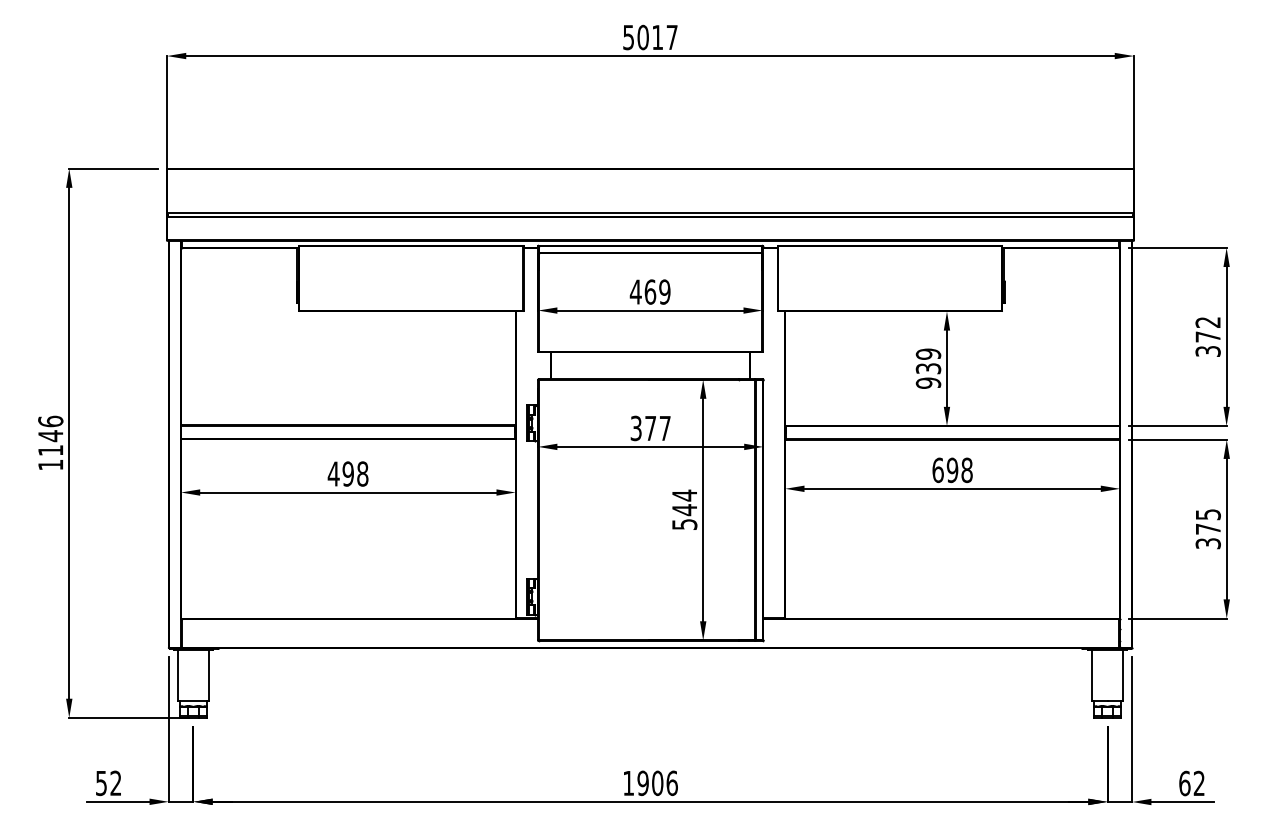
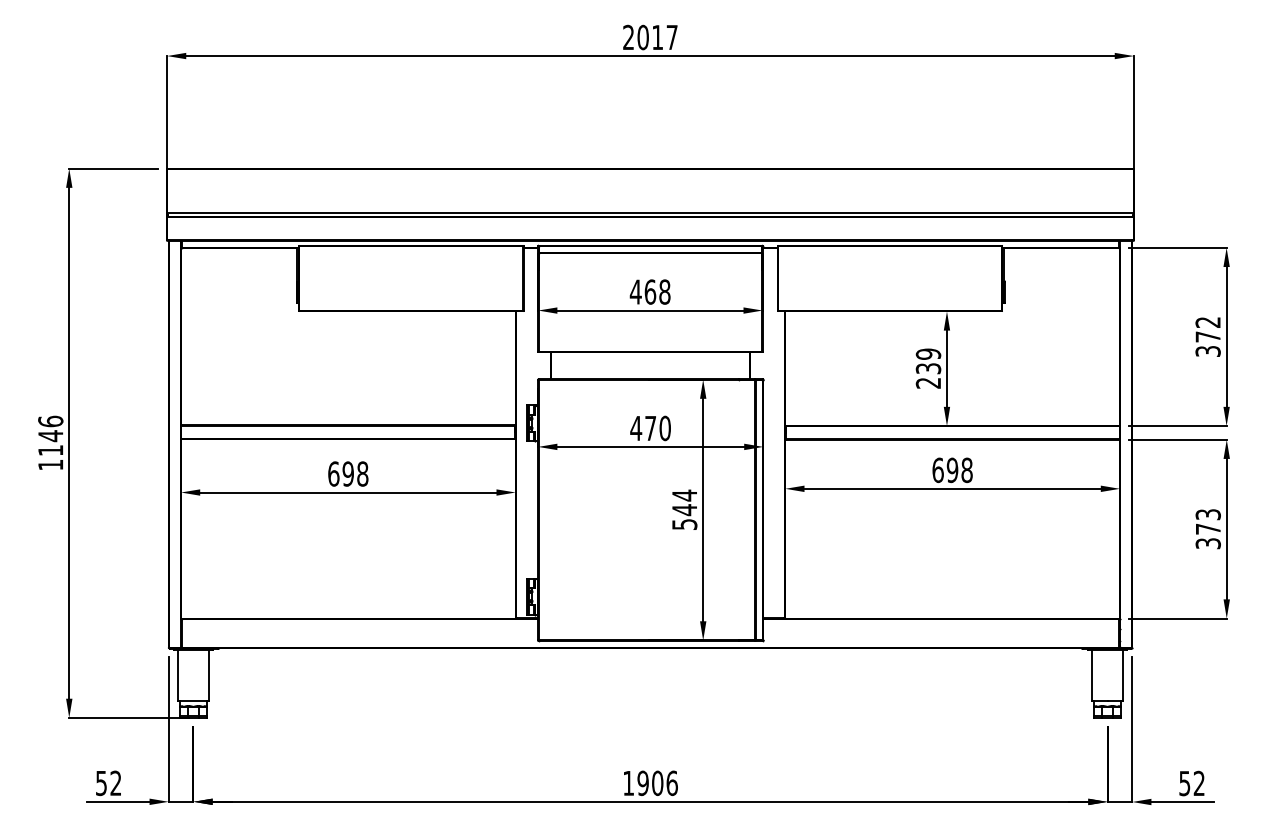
text at (628, 37): 5017 -> 2017
text at (664, 291): 469 -> 468
text at (928, 382): 939 -> 239
text at (650, 428): 377 -> 470
text at (333, 473): 498 -> 698
text at (1207, 514): 375 -> 373
text at (1184, 783): 62 -> 52
